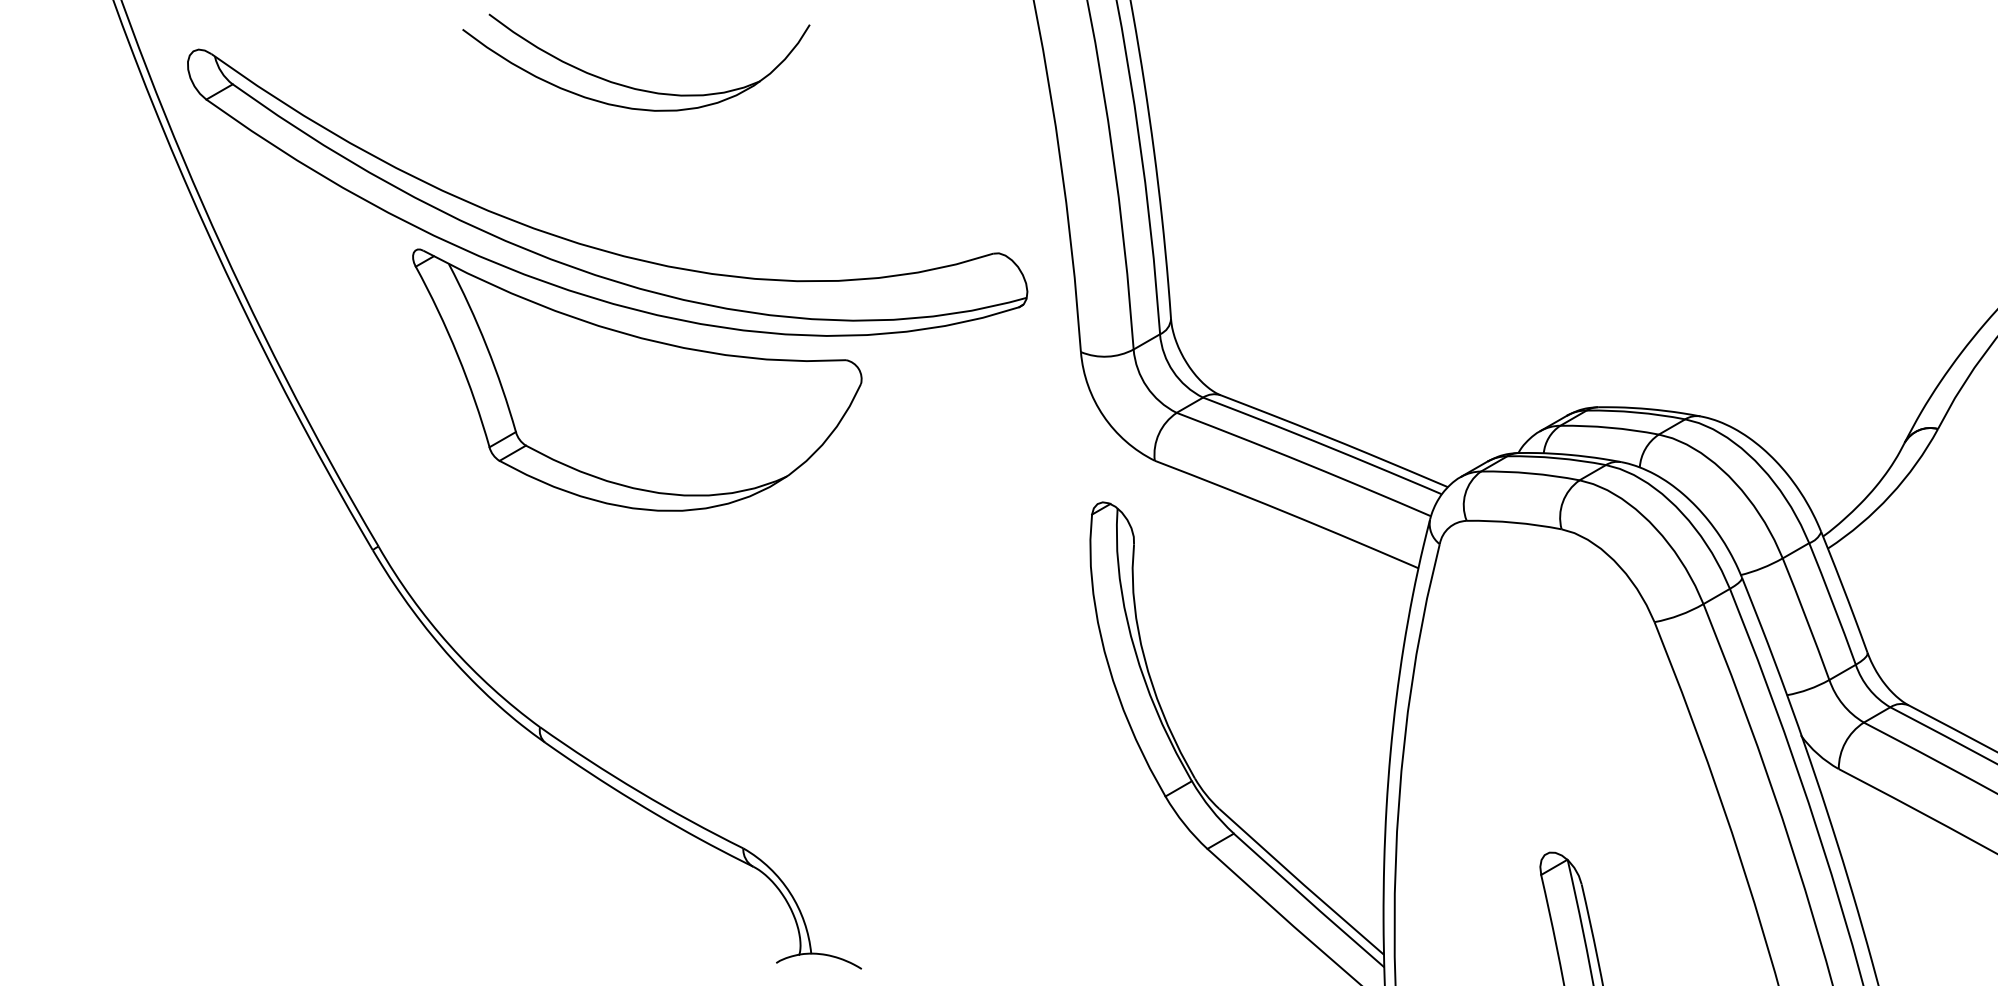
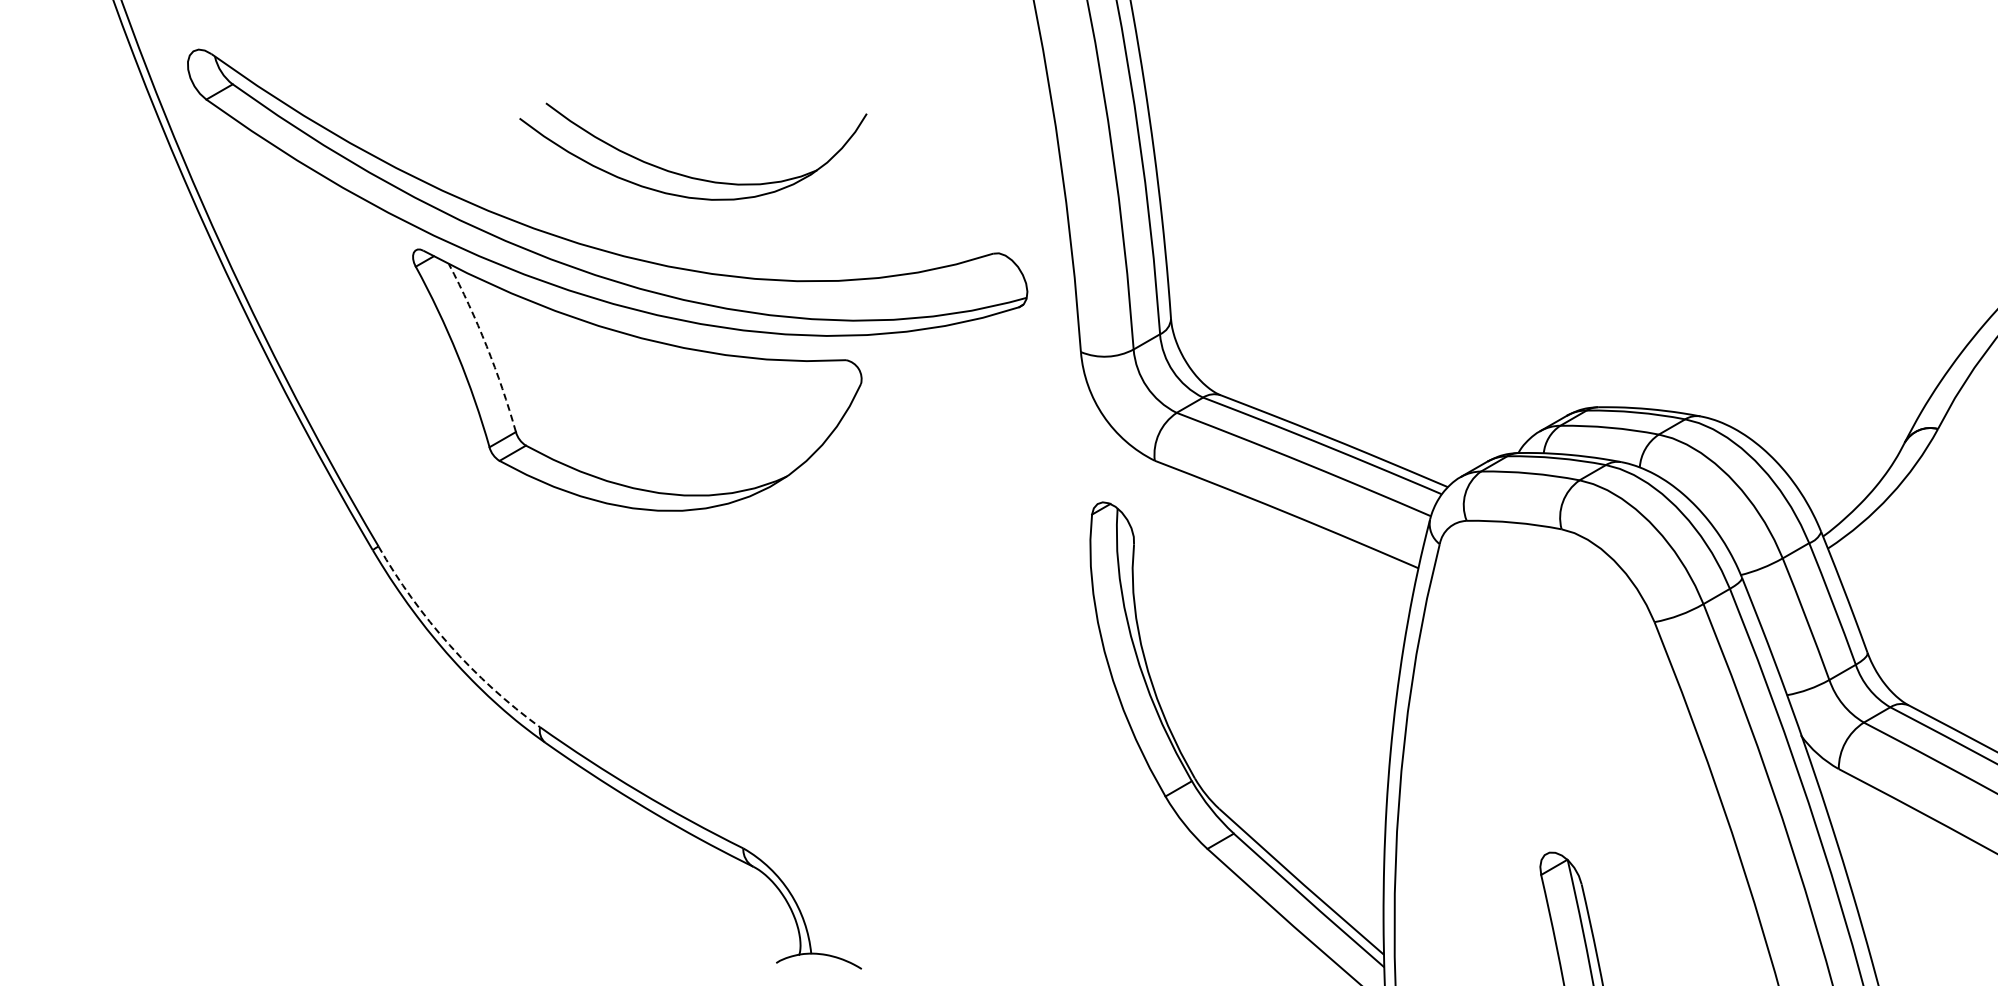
part at (627, 85) position: (627, 85) -> (684, 174)
arc at (486, 346): solid -> dashed
arc at (449, 645): solid -> dashed
